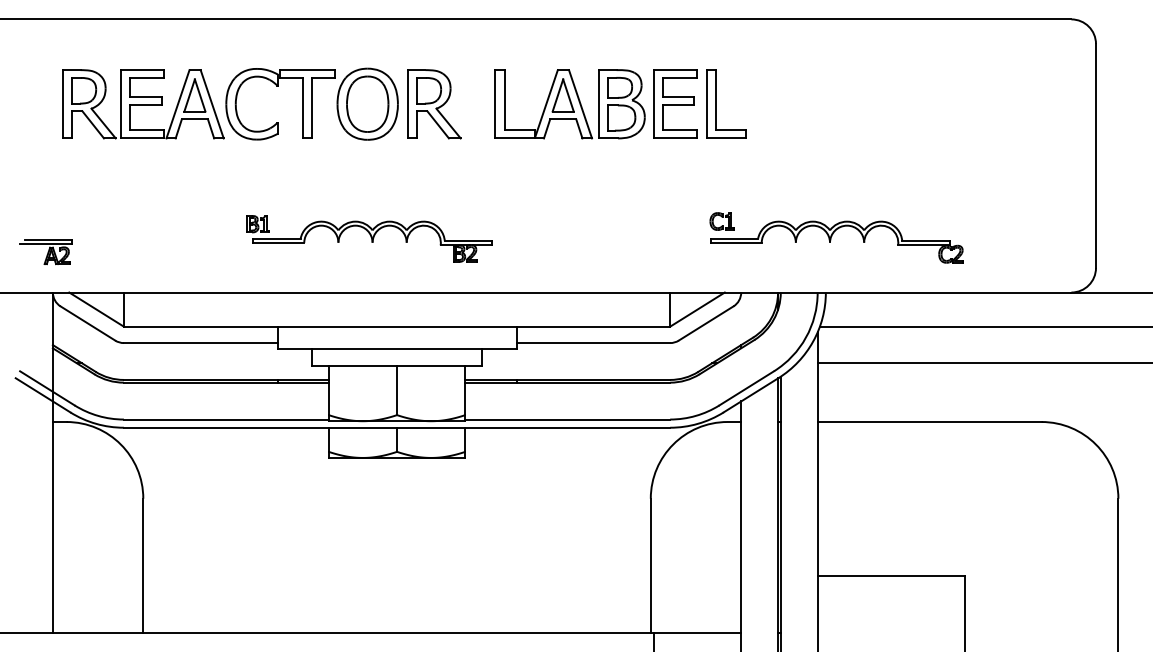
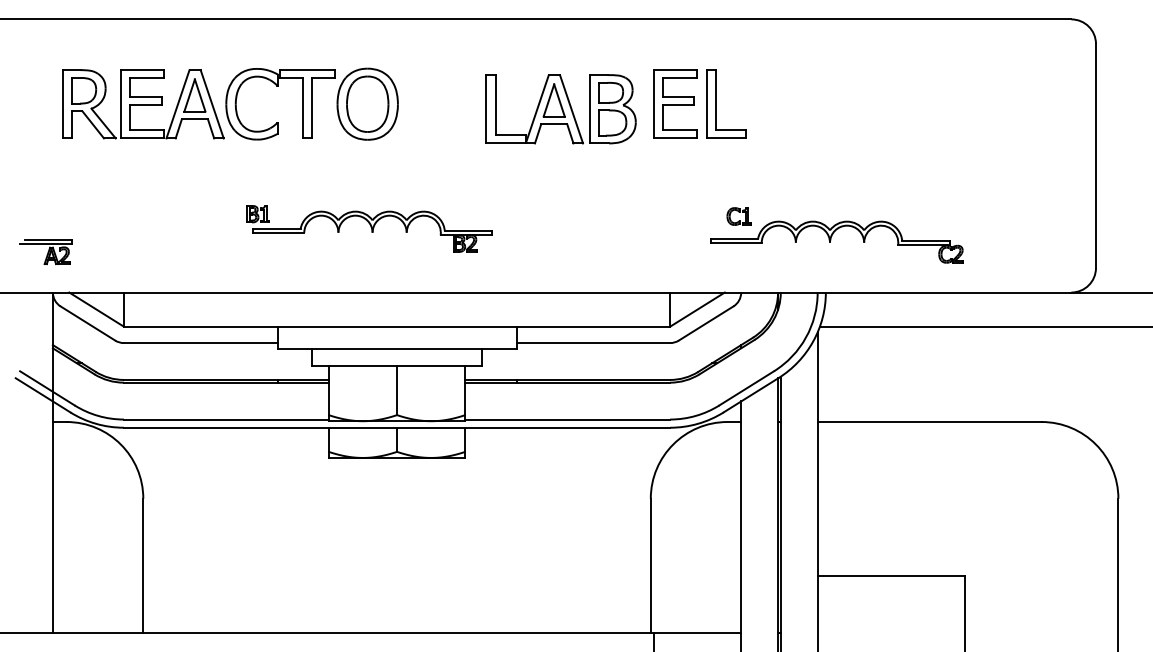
part at (434, 104): present -> none
part at (569, 104) position: (569, 104) -> (560, 109)
part at (721, 221) position: (721, 221) -> (738, 216)
part at (369, 238) position: (369, 238) -> (369, 228)
line at (983, 363): present -> none
